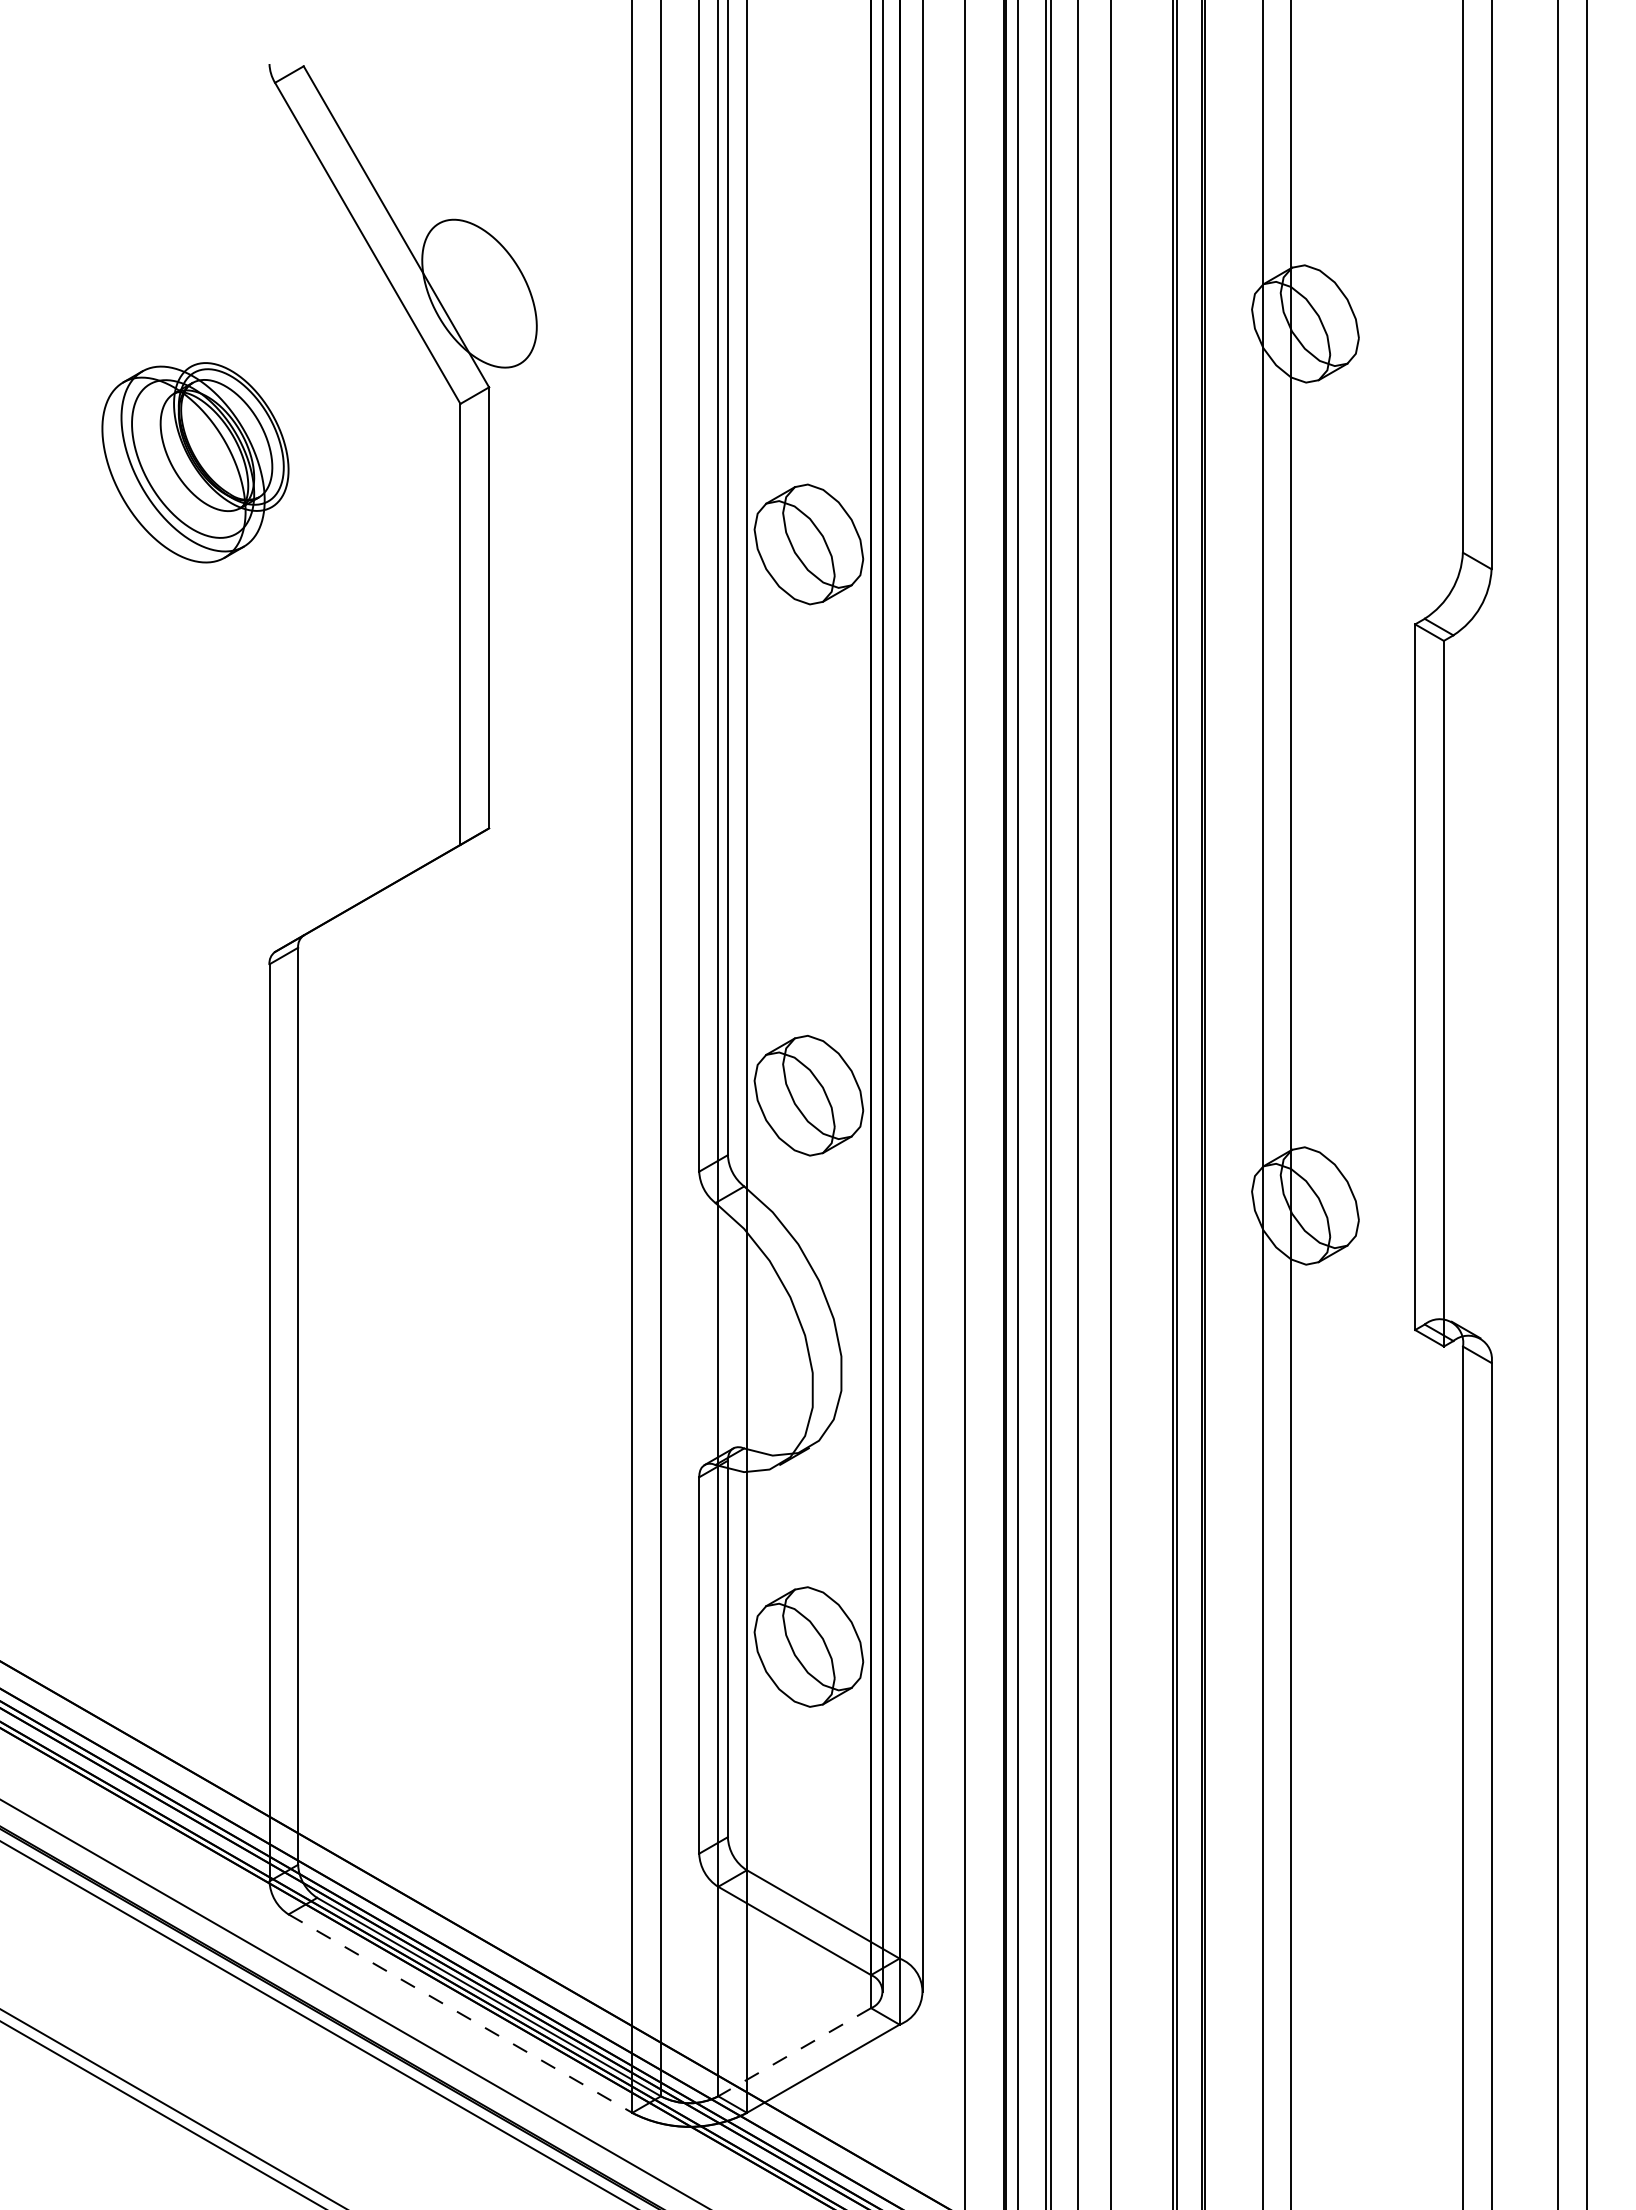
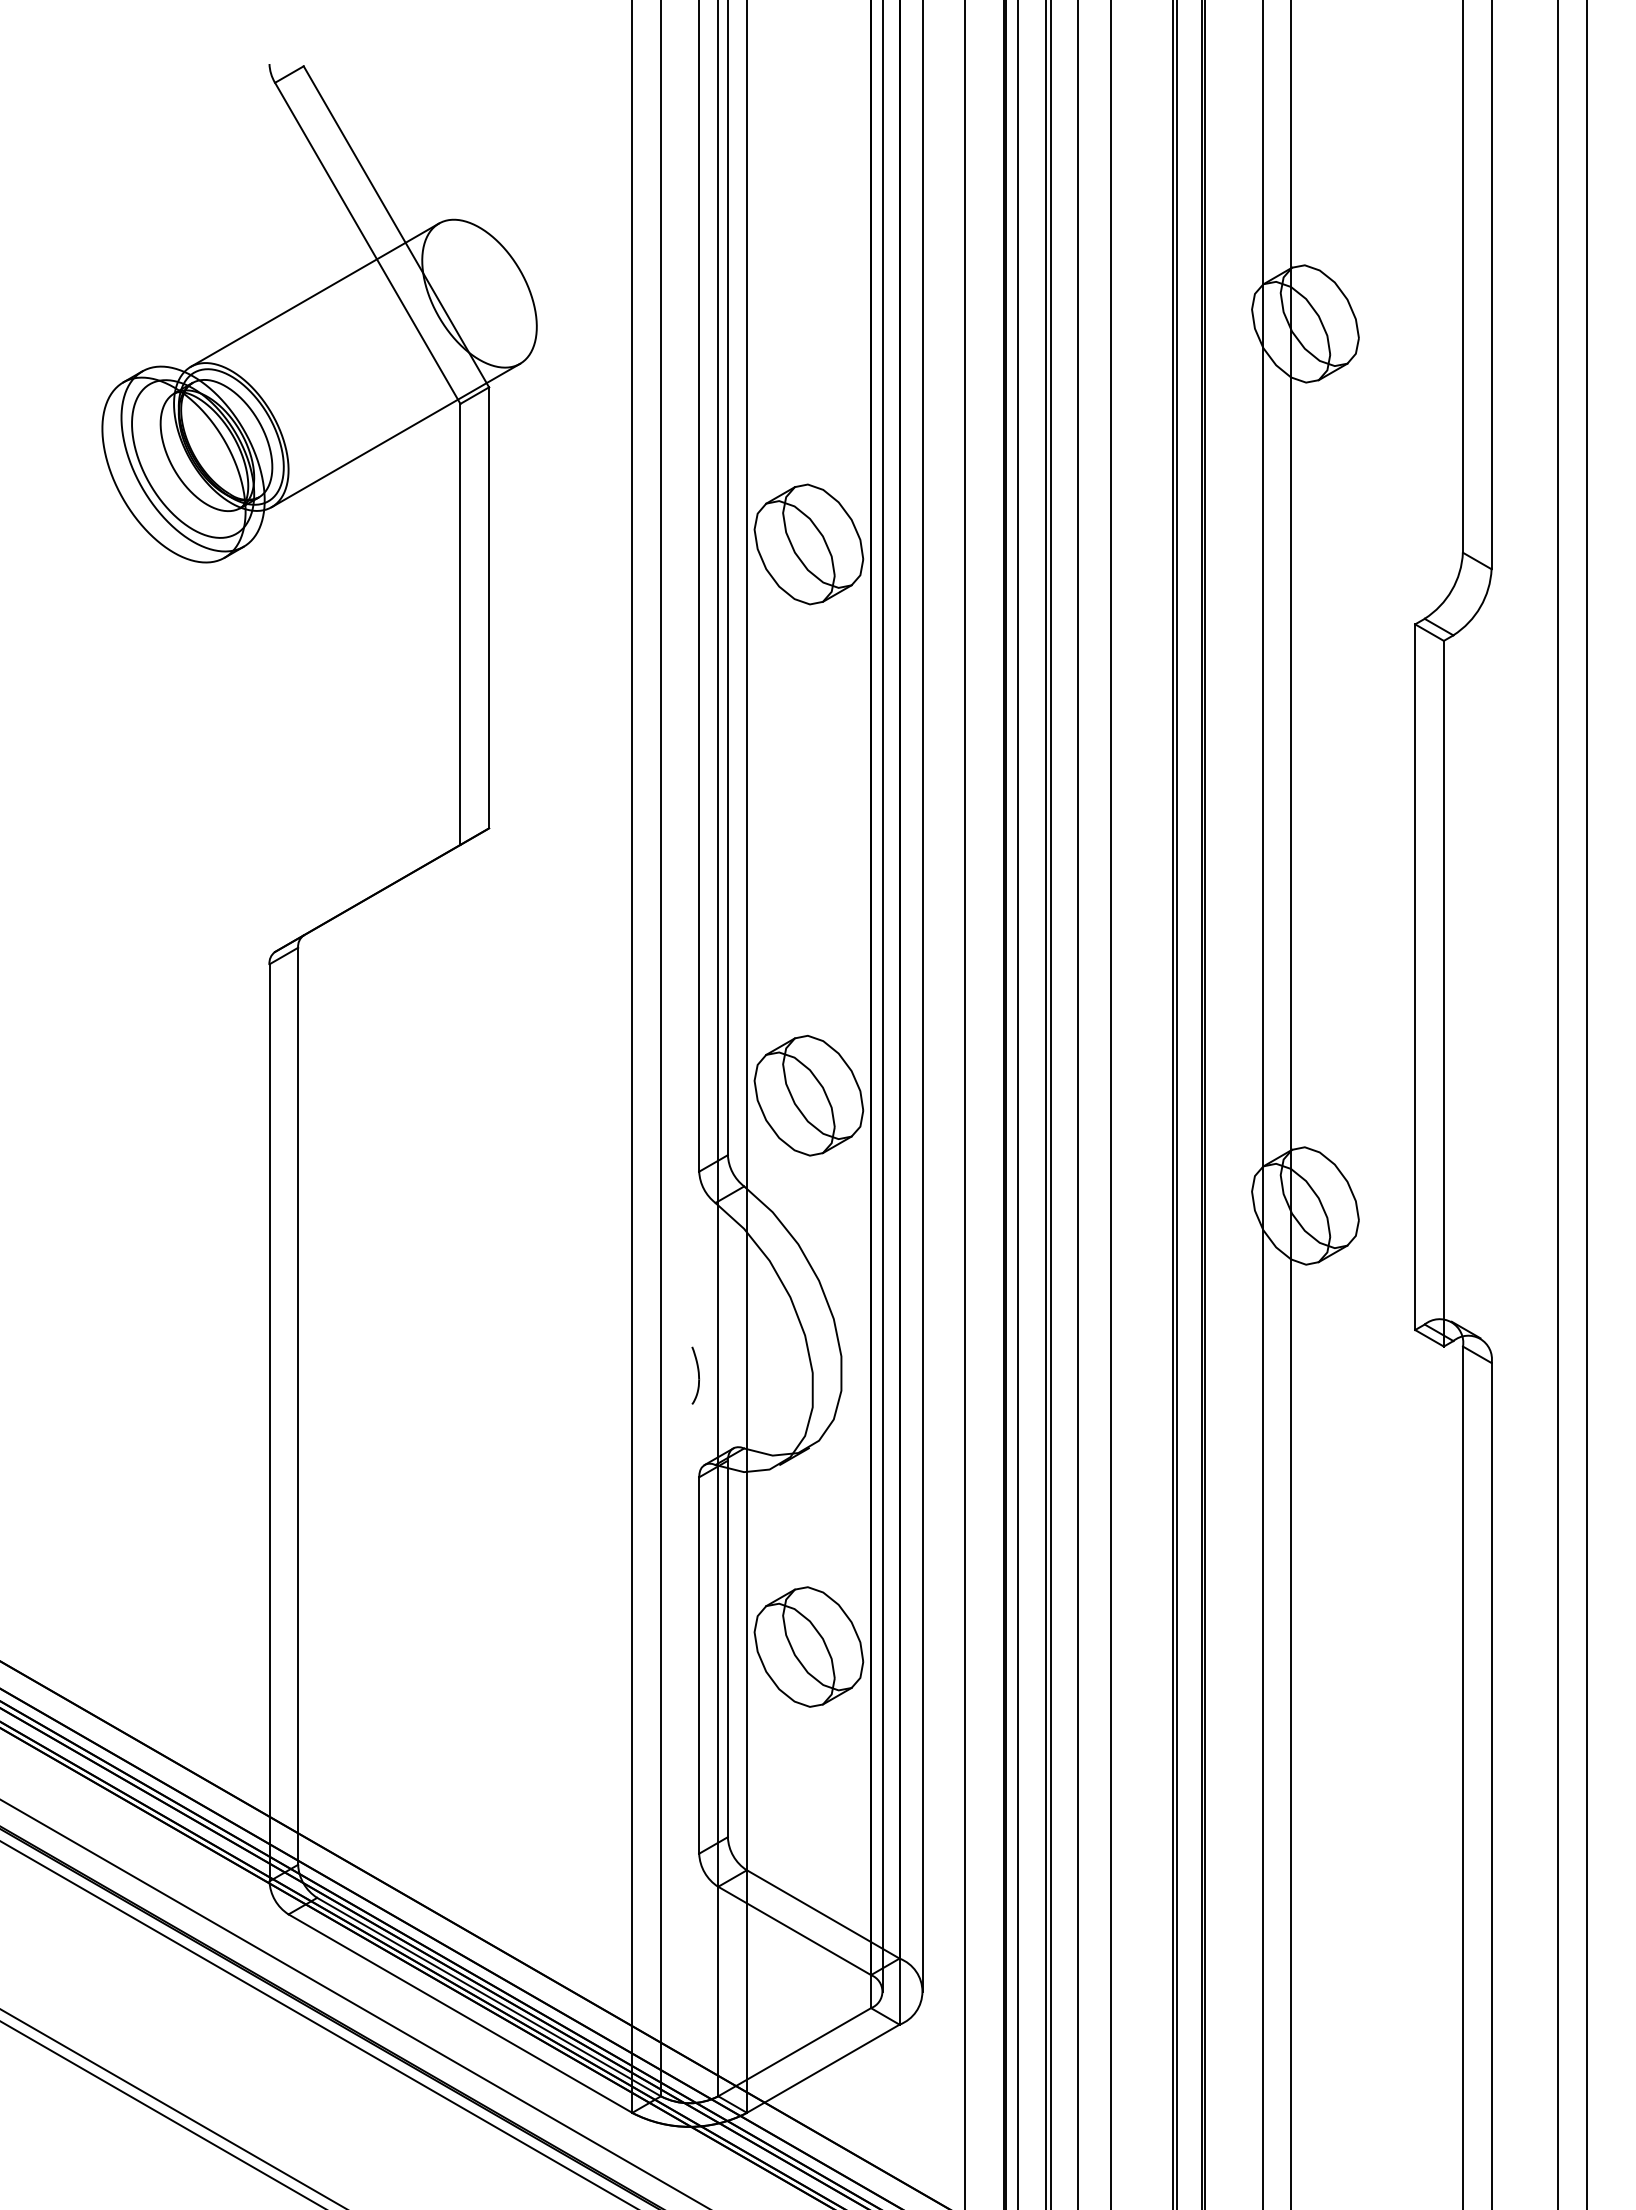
line at (314, 294): none -> present
line at (395, 435): none -> present
part at (695, 1375): none -> present
line at (460, 2013): dashed -> solid
line at (794, 2052): dashed -> solid
